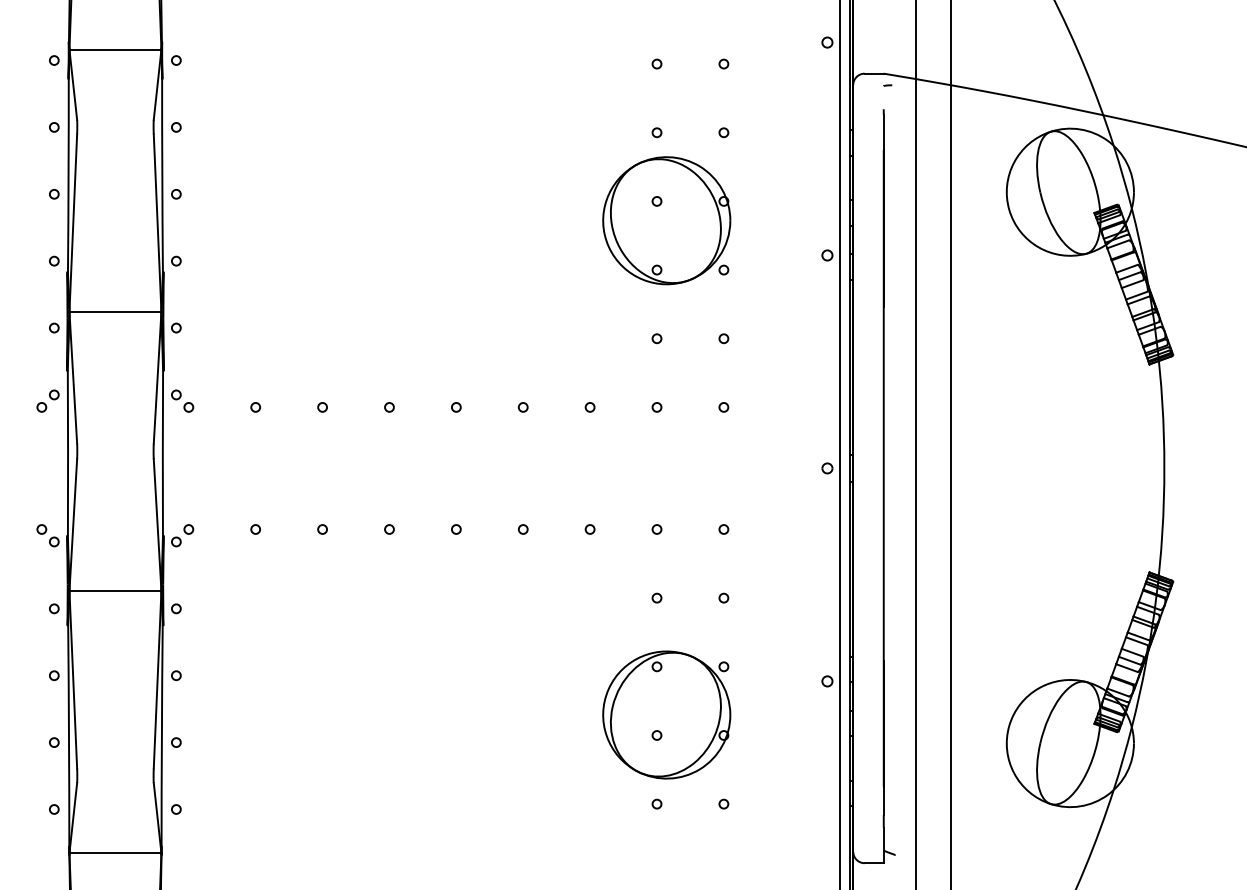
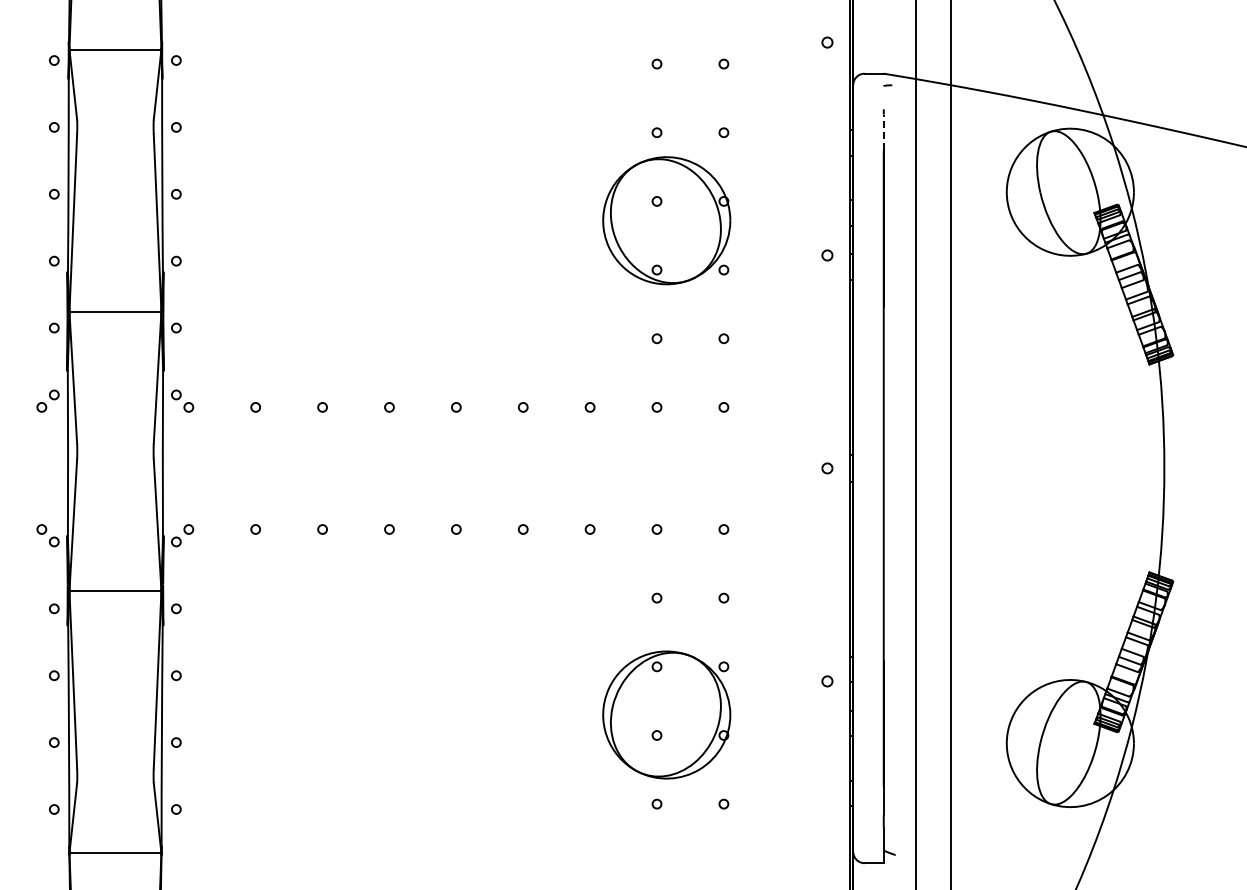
line at (883, 132): solid -> dashed
line at (840, 444): present -> none
